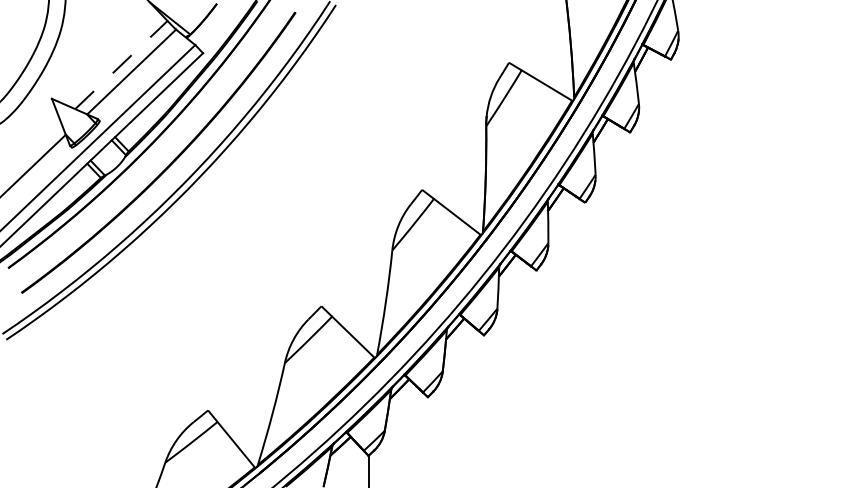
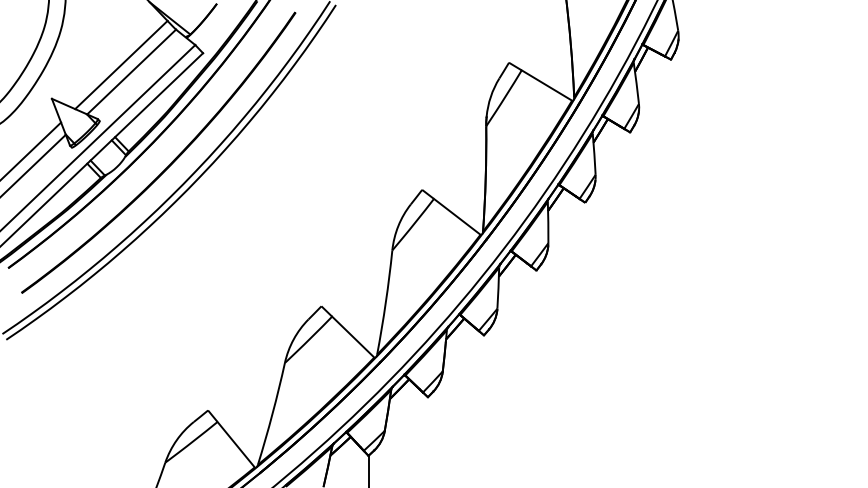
line at (121, 65): dashed -> solid
line at (31, 150): none -> present
